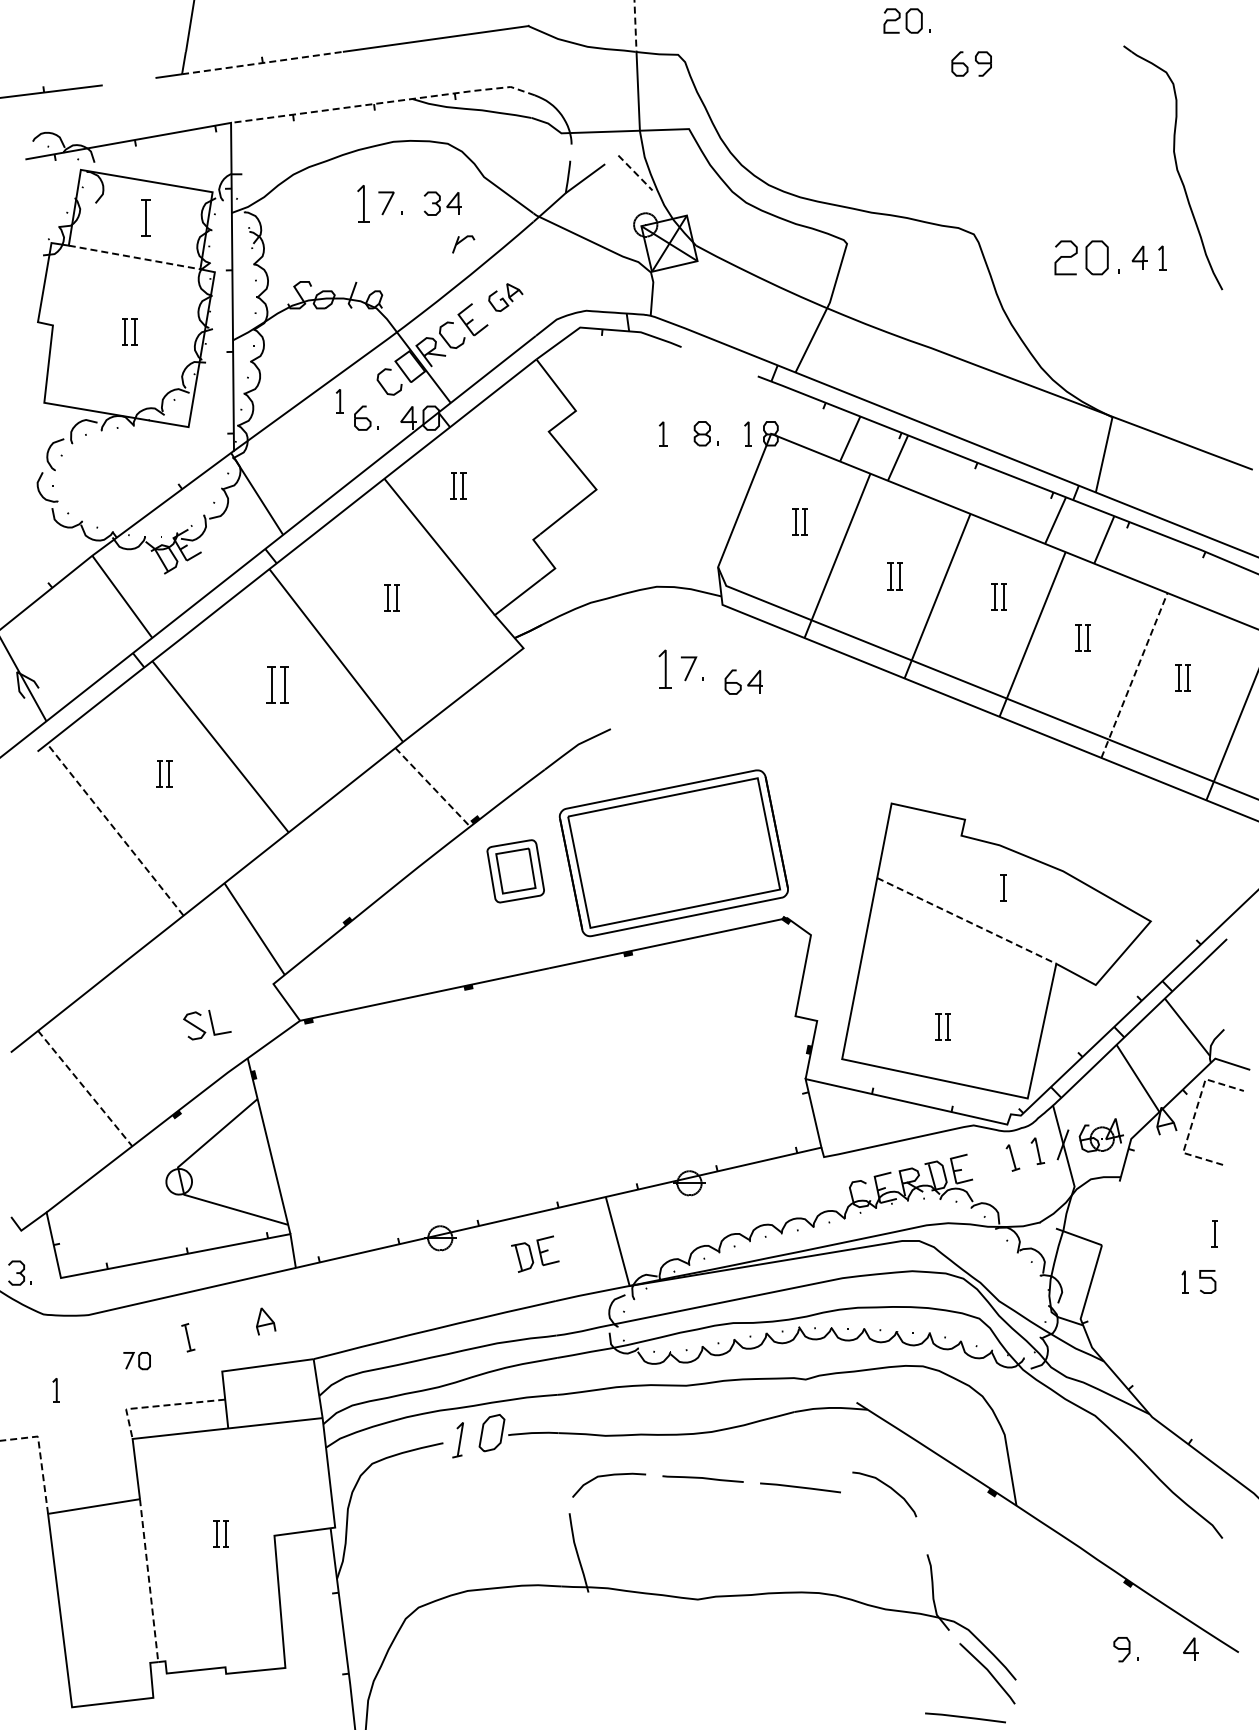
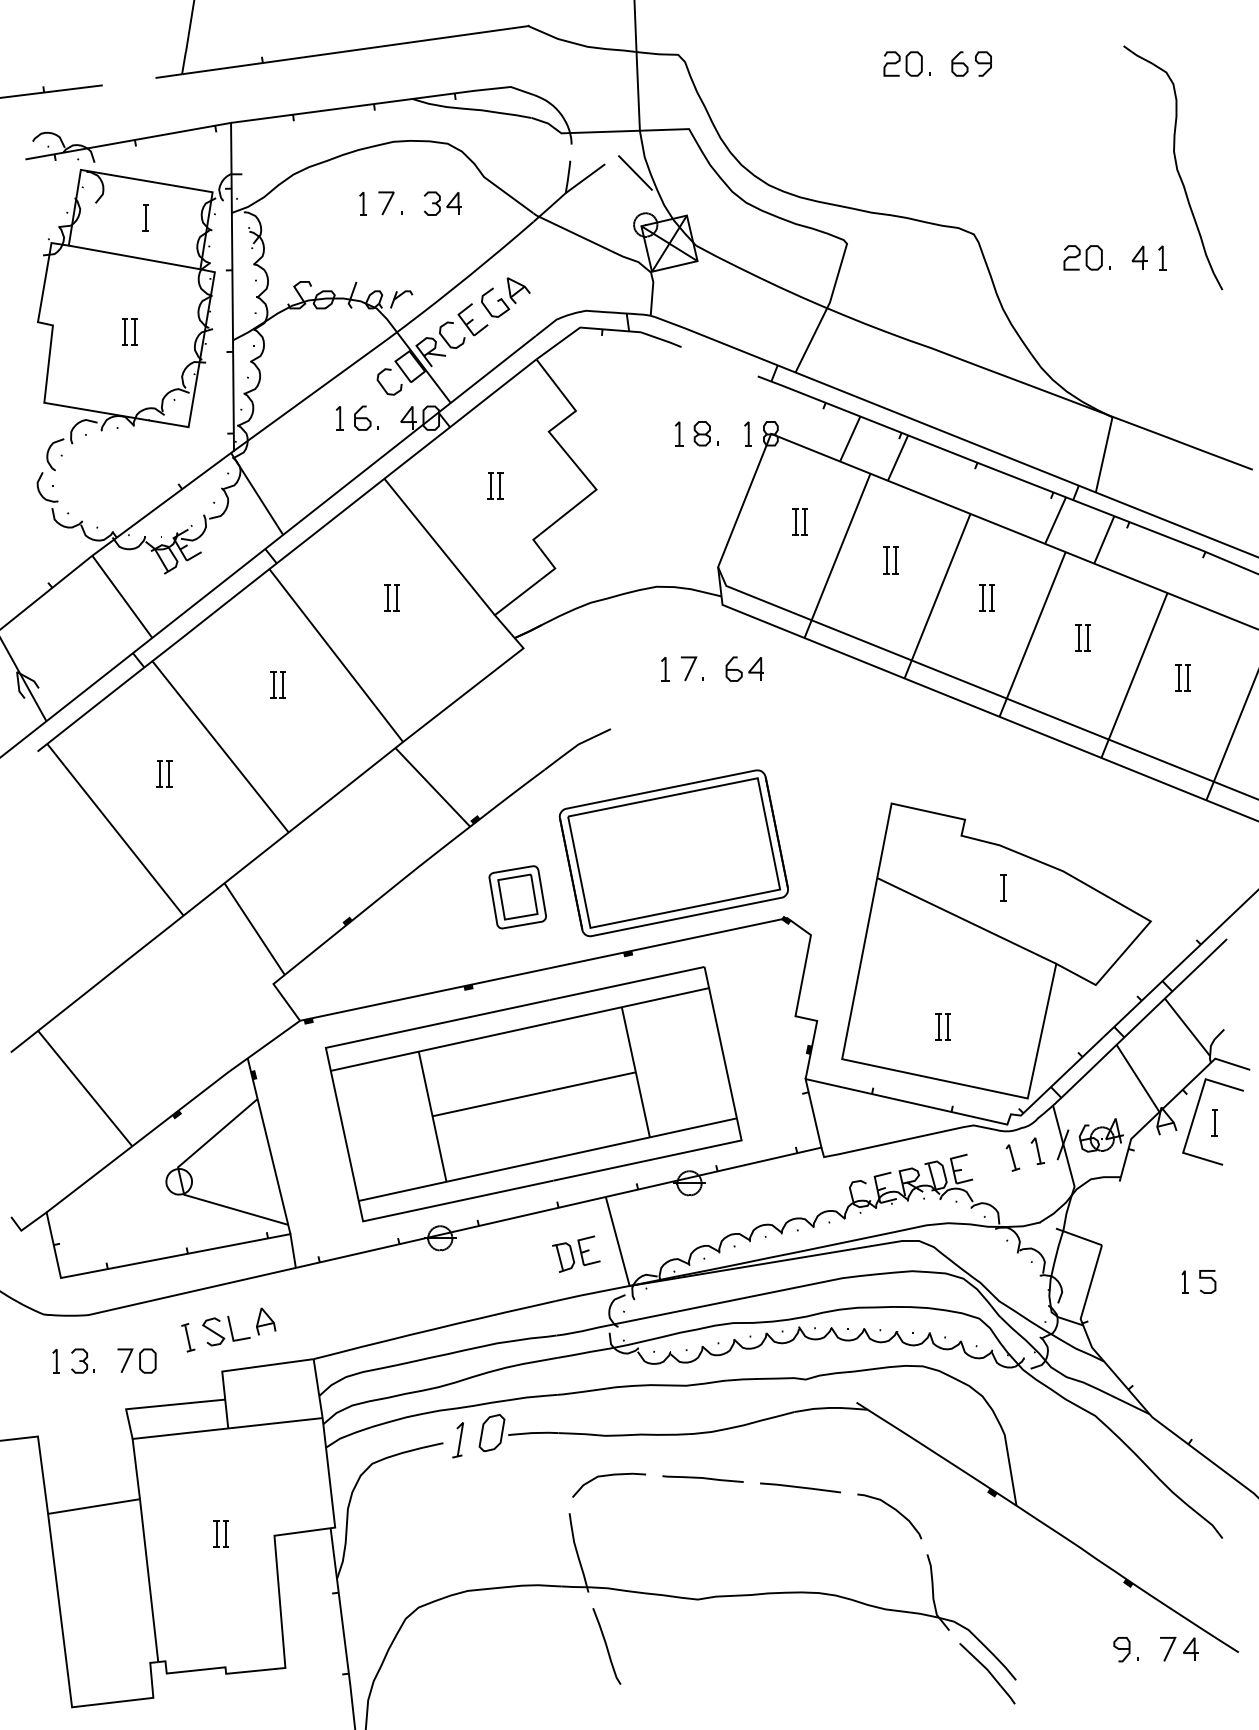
part at (906, 20) position: (906, 20) -> (906, 63)
line at (635, 26): dashed -> solid
line at (262, 63): dashed -> solid
line at (384, 102): dashed -> solid
line at (635, 173): dashed -> solid
part at (363, 203) size: 13x38 px -> 8x24 px
part at (145, 217) size: 10x38 px -> 7x28 px
part at (463, 244) position: (463, 244) -> (401, 299)
line at (134, 257): dashed -> solid
part at (1086, 257) size: 66x36 px -> 48x26 px
part at (505, 297) size: 36x29 px -> 50x41 px
part at (339, 401) position: (339, 401) -> (339, 418)
part at (663, 433) position: (663, 433) -> (679, 433)
part at (458, 485) position: (458, 485) -> (495, 485)
part at (894, 576) position: (894, 576) -> (890, 560)
part at (998, 596) position: (998, 596) -> (986, 597)
part at (664, 668) size: 14x40 px -> 9x25 px
line at (1134, 676): dashed -> solid
part at (743, 681) position: (743, 681) -> (744, 668)
part at (277, 684) size: 23x38 px -> 16x28 px
line at (432, 787): dashed -> solid
line at (115, 829): dashed -> solid
part at (515, 871) position: (515, 871) -> (517, 897)
line at (966, 920): dashed -> solid
part at (207, 1024) position: (207, 1024) -> (226, 1330)
line at (85, 1088): dashed -> solid
part at (533, 1094): none -> present
line at (1194, 1116): dashed -> solid
part at (1214, 1233) position: (1214, 1233) -> (1214, 1122)
part at (535, 1253) position: (535, 1253) -> (576, 1253)
part at (19, 1272) position: (19, 1272) -> (82, 1360)
part at (136, 1361) size: 28x19 px -> 40x26 px
part at (55, 1390) position: (55, 1390) -> (55, 1361)
line at (159, 1405): dashed -> solid
line at (40, 1456): dashed -> solid
curve at (888, 1487) position: (888, 1487) -> (893, 1509)
line at (149, 1580): dashed -> solid
curve at (606, 1646): none -> present
line at (1168, 1649): none -> present
line at (965, 1717): present -> none
